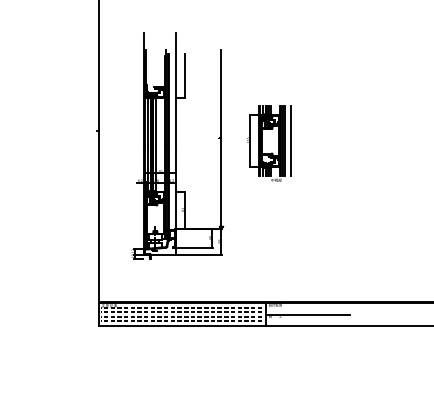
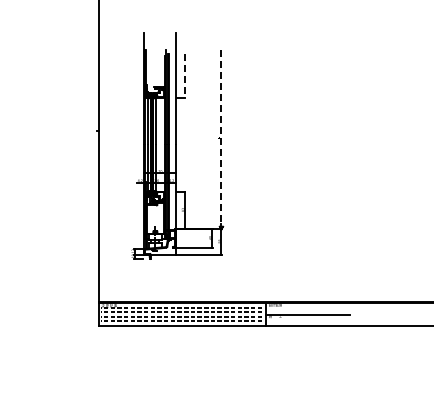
line at (185, 75): solid -> dashed
line at (221, 138): solid -> dashed
part at (268, 143): present -> none
